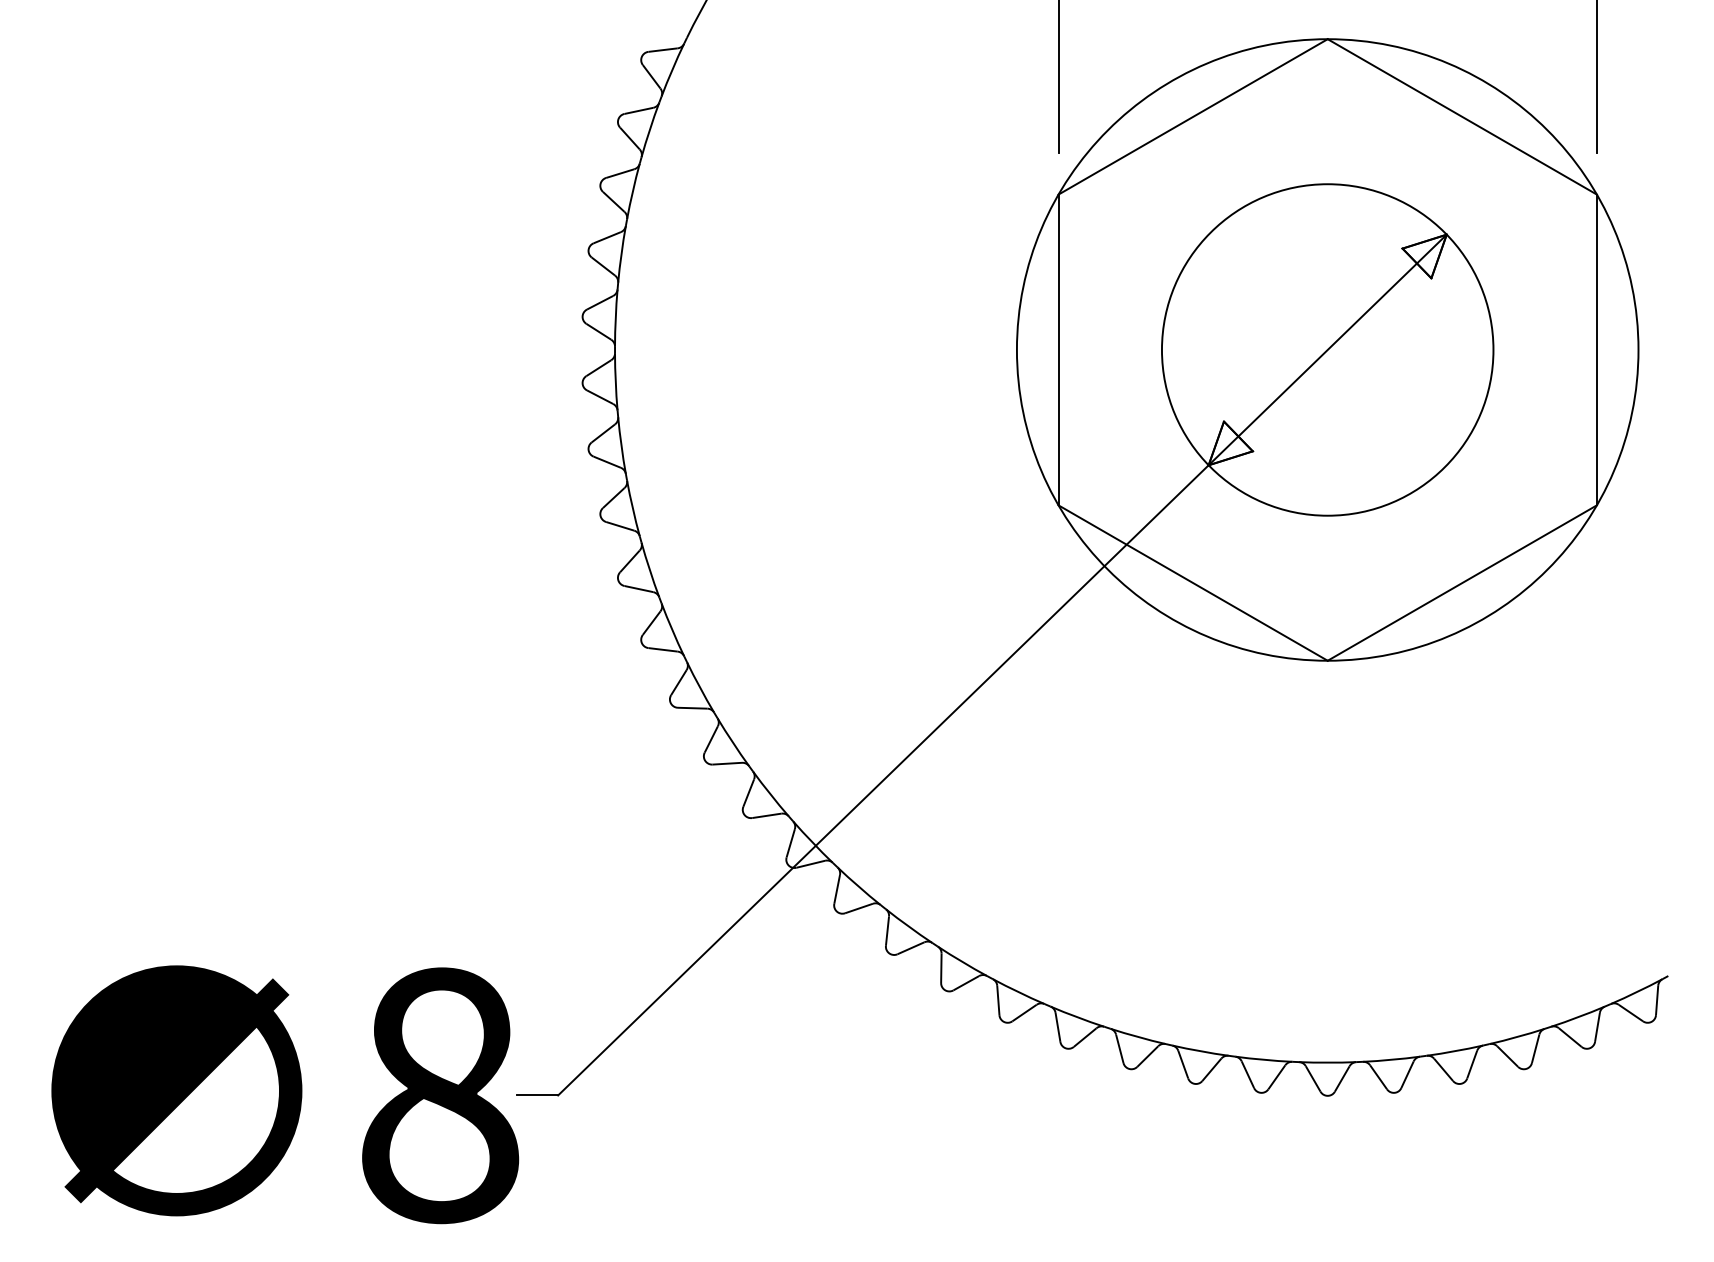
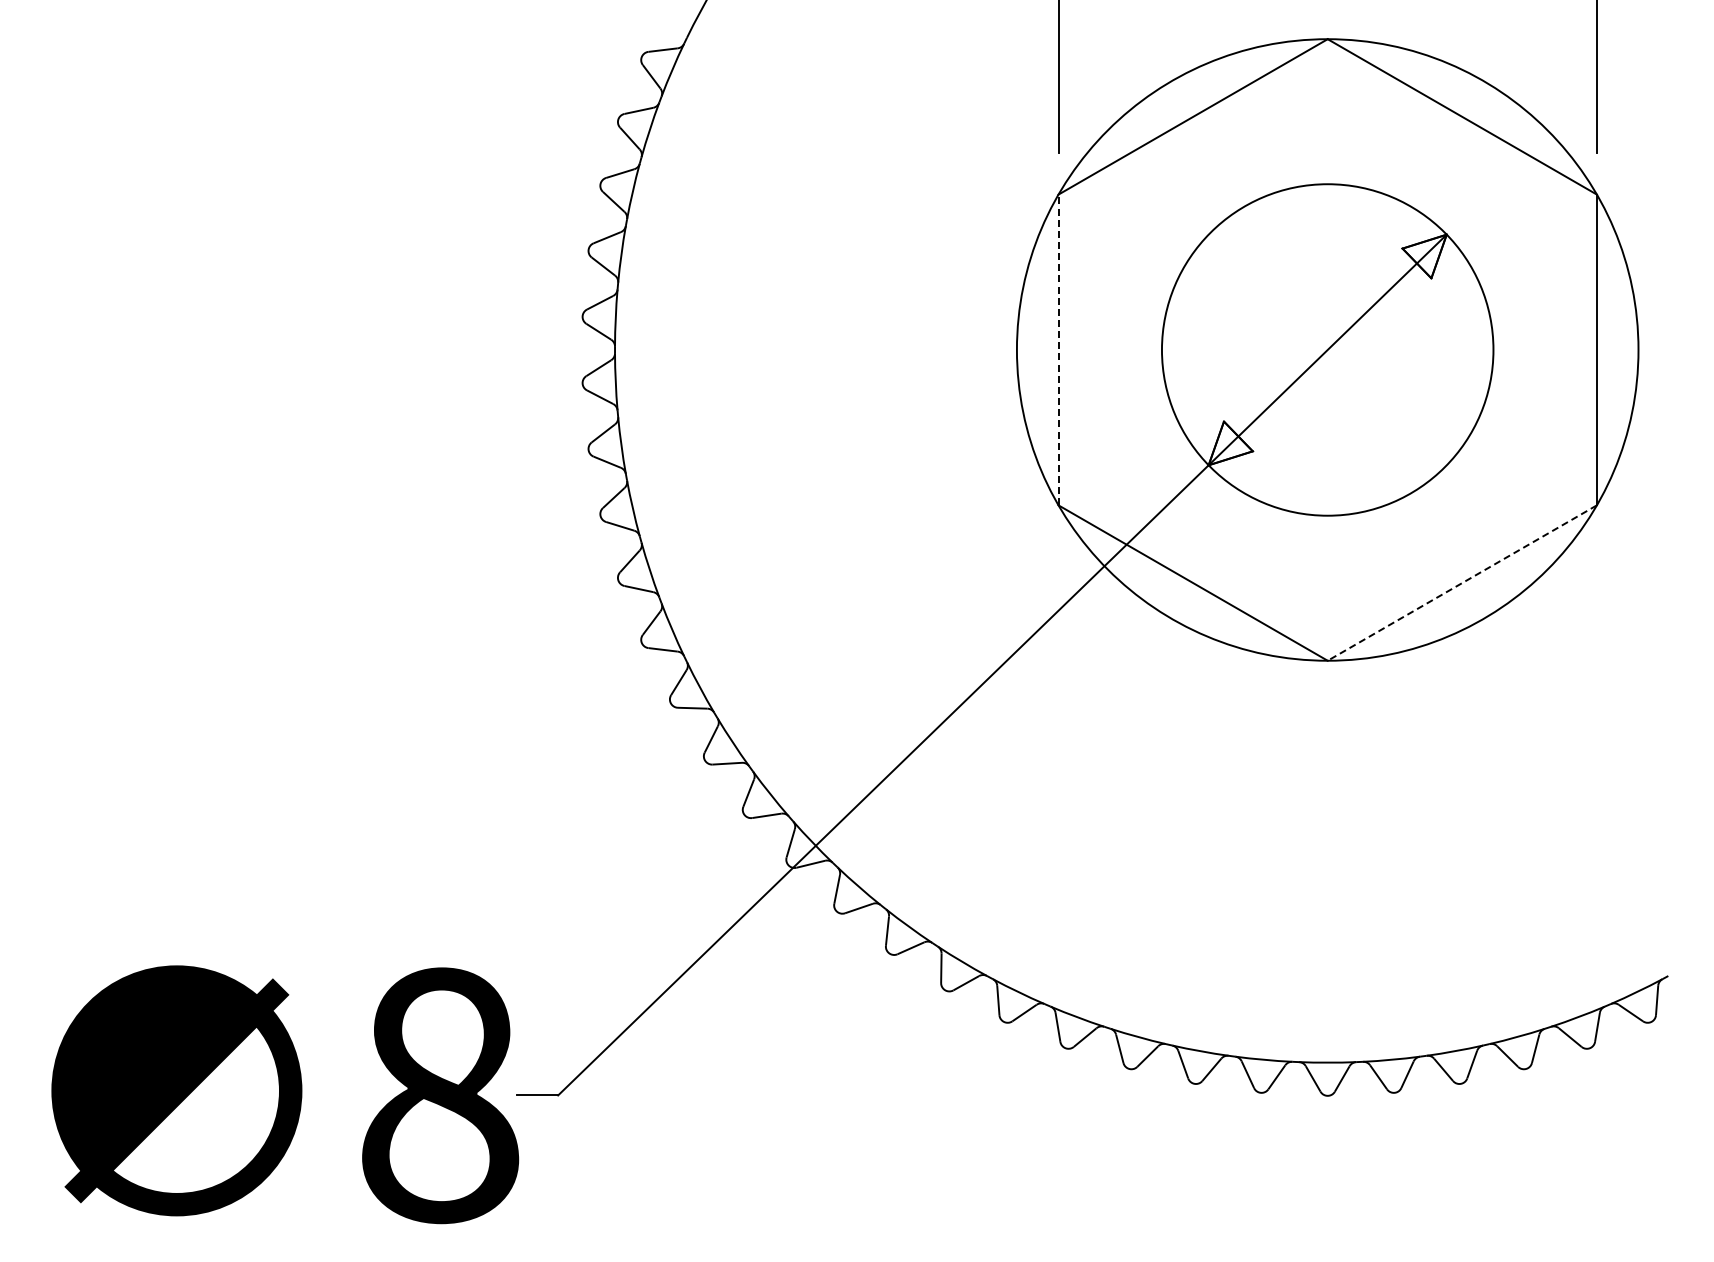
line at (1058, 349): solid -> dashed
line at (1461, 583): solid -> dashed
